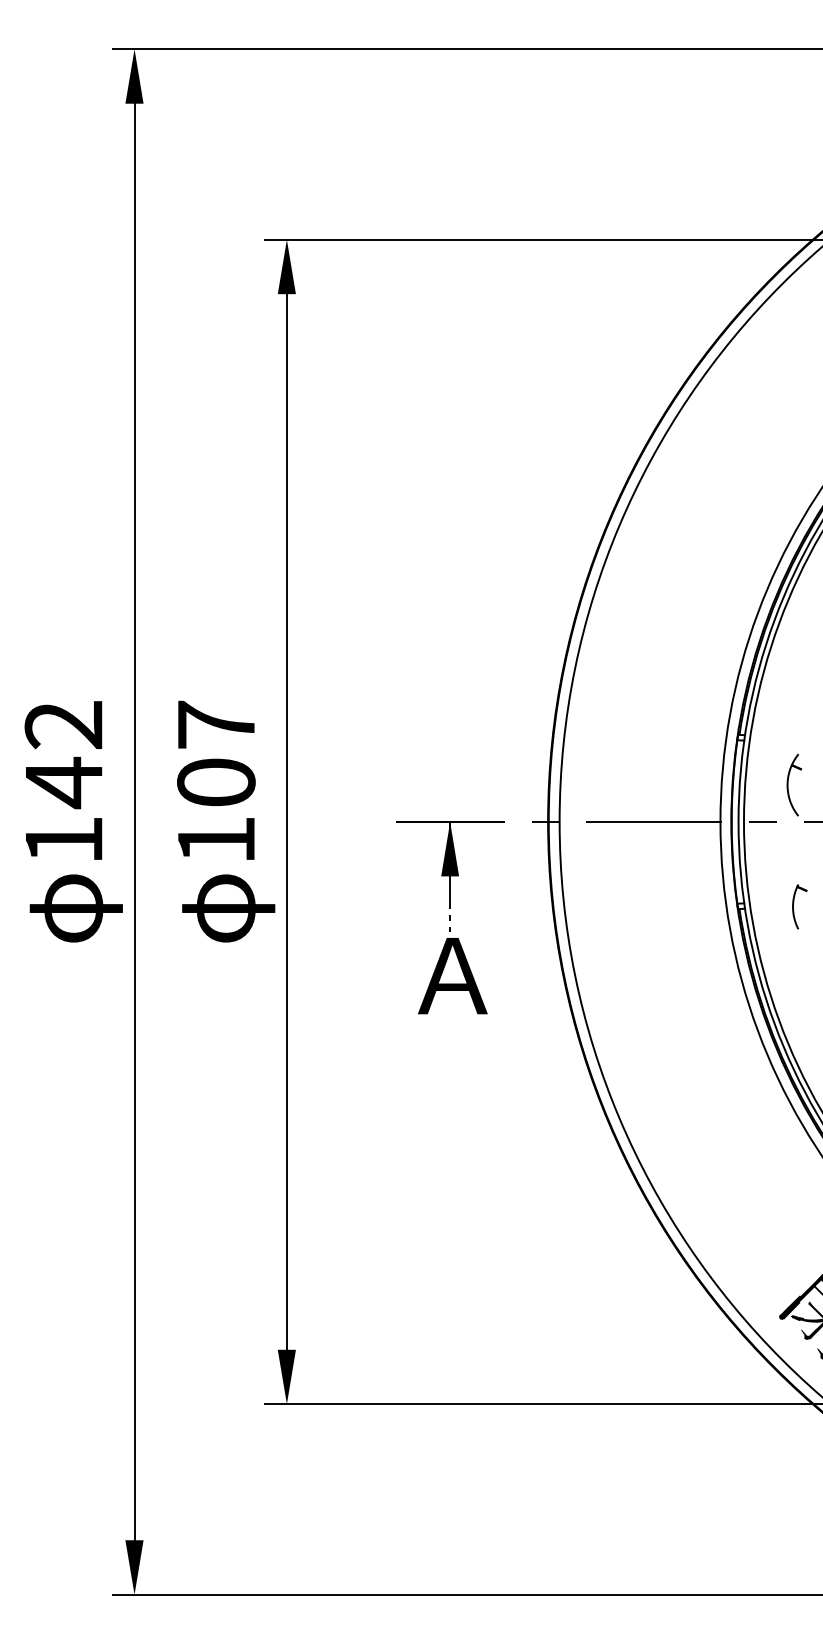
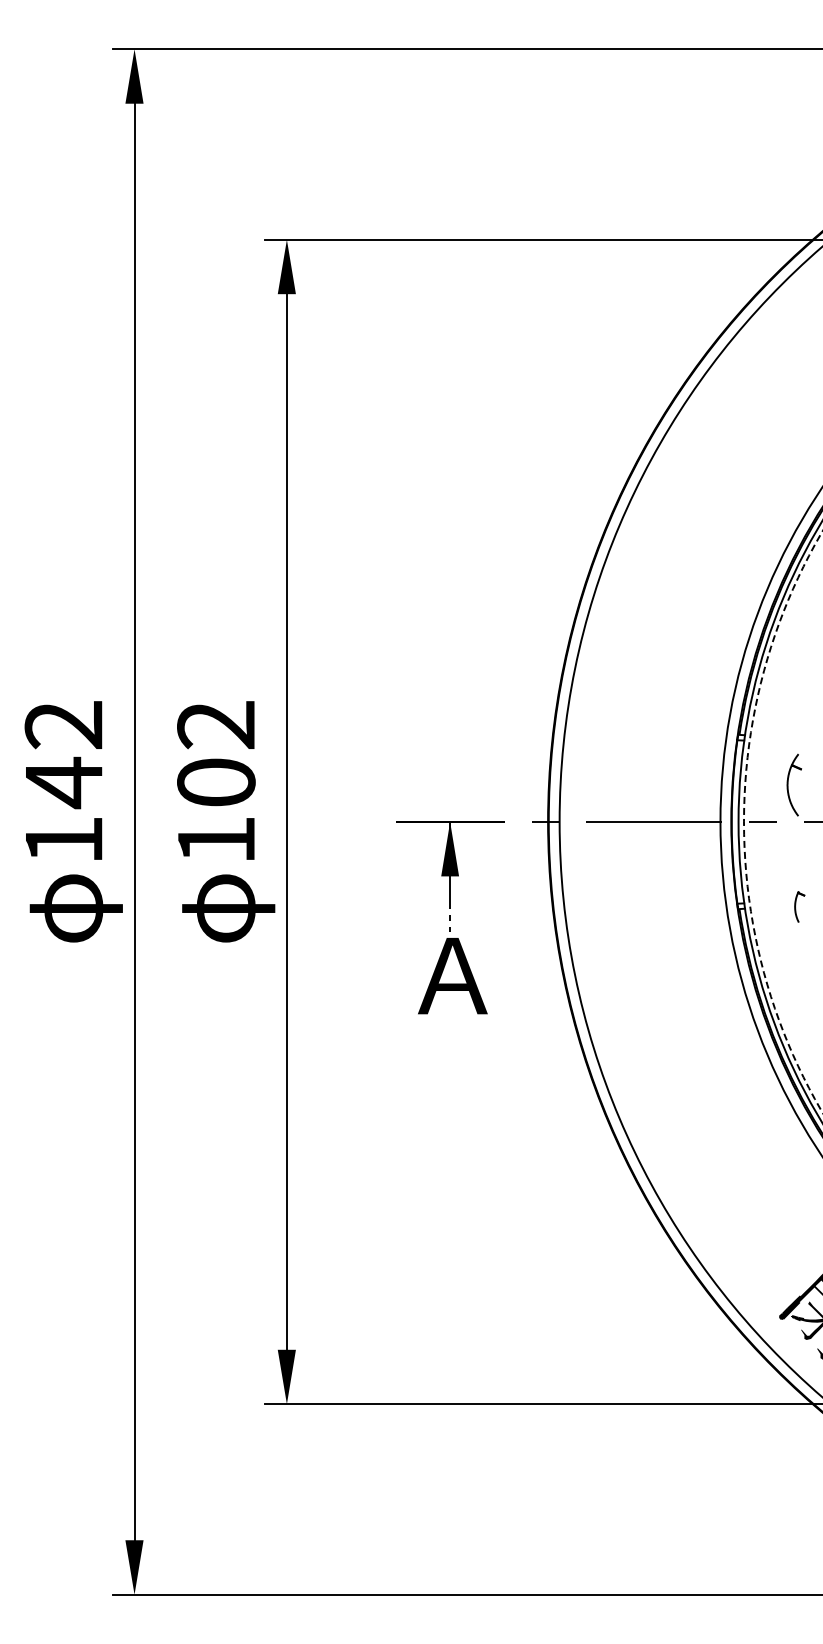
text at (215, 724): 107 -> 102
arc at (743, 821): solid -> dashed
part at (799, 906) size: 16x46 px -> 12x32 px
